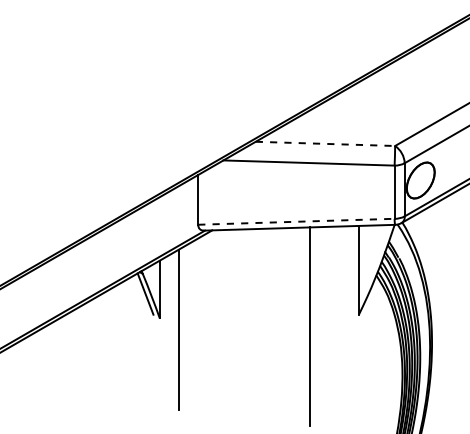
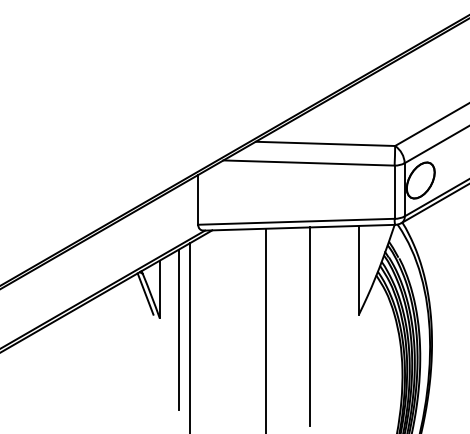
line at (325, 143): dashed -> solid
line at (296, 221): dashed -> solid
line at (266, 329): none -> present
line at (190, 336): none -> present
